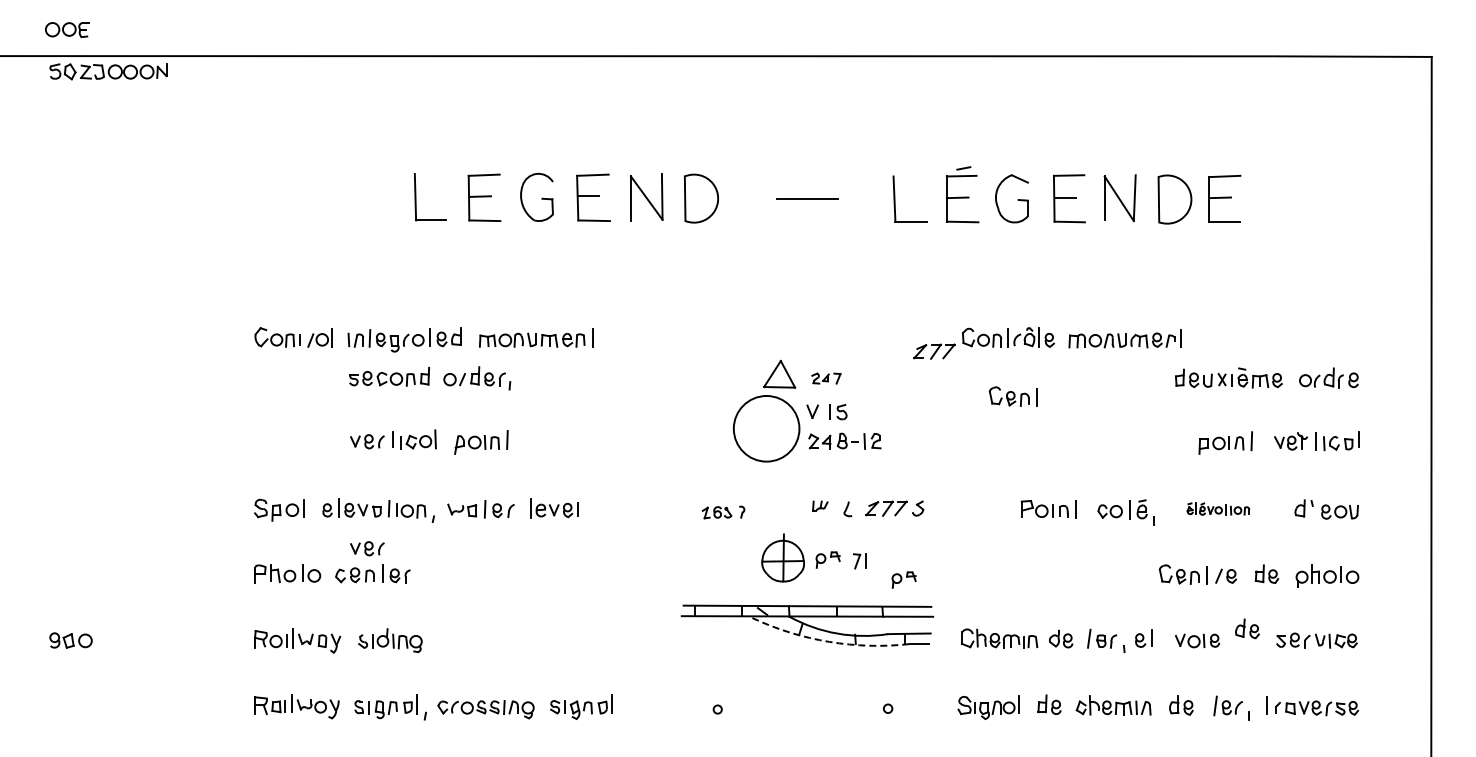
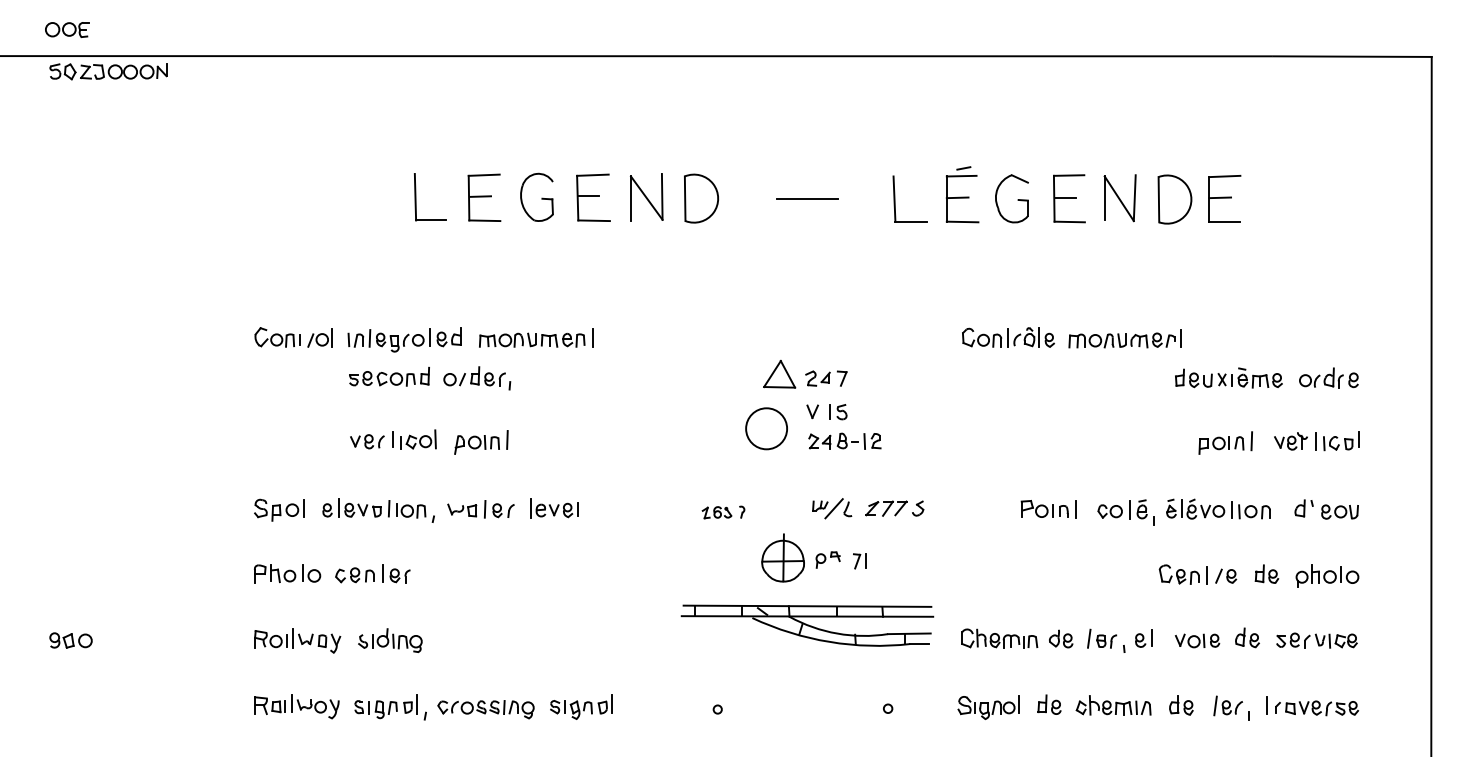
part at (934, 351): present -> none
part at (826, 378) size: 31x13 px -> 43x17 px
part at (1012, 396): present -> none
circle at (766, 428) diameter: 66 px -> 41 px
line at (833, 508): none -> present
part at (1218, 508) size: 65x14 px -> 105x22 px
part at (367, 548): present -> none
part at (903, 579): present -> none
part at (1247, 628) position: (1247, 628) -> (1247, 637)
arc at (829, 641): dashed -> solid
